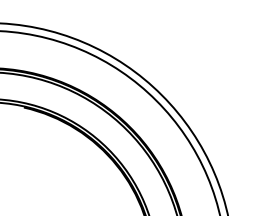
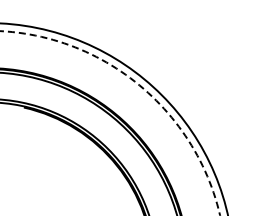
circle at (110, 123): solid -> dashed
